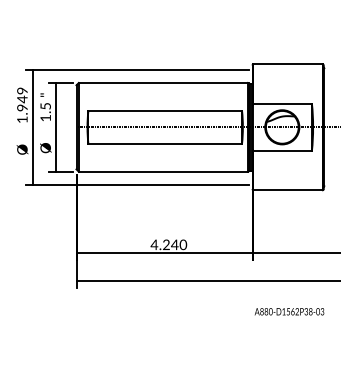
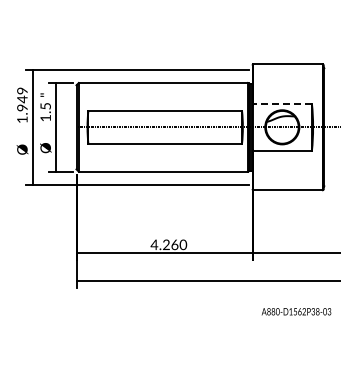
line at (282, 103): solid -> dashed
text at (174, 245): 4.240 -> 4.260
text at (289, 311) position: (289, 311) -> (296, 311)
